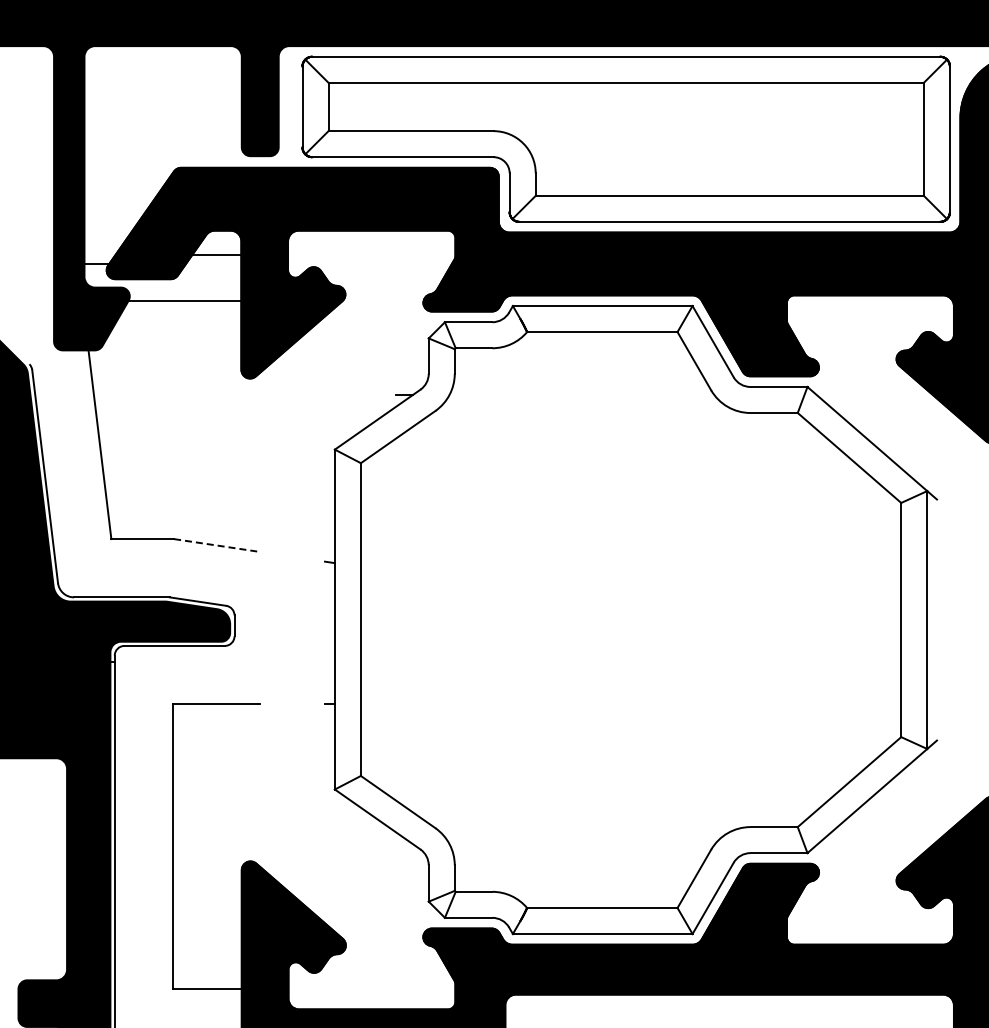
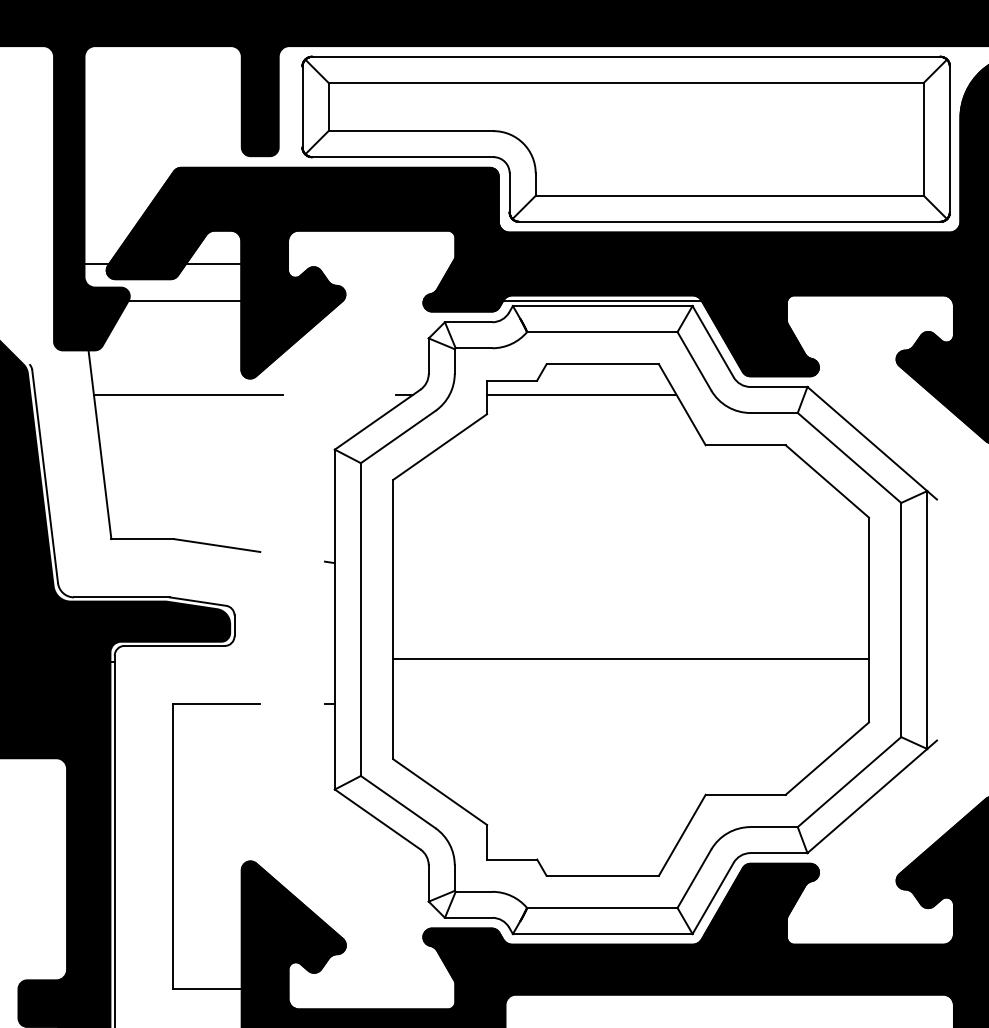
line at (213, 254) position: (213, 254) -> (213, 263)
line at (602, 301): none -> present
line at (188, 394): none -> present
line at (217, 545): dashed -> solid
part at (631, 619): none -> present
